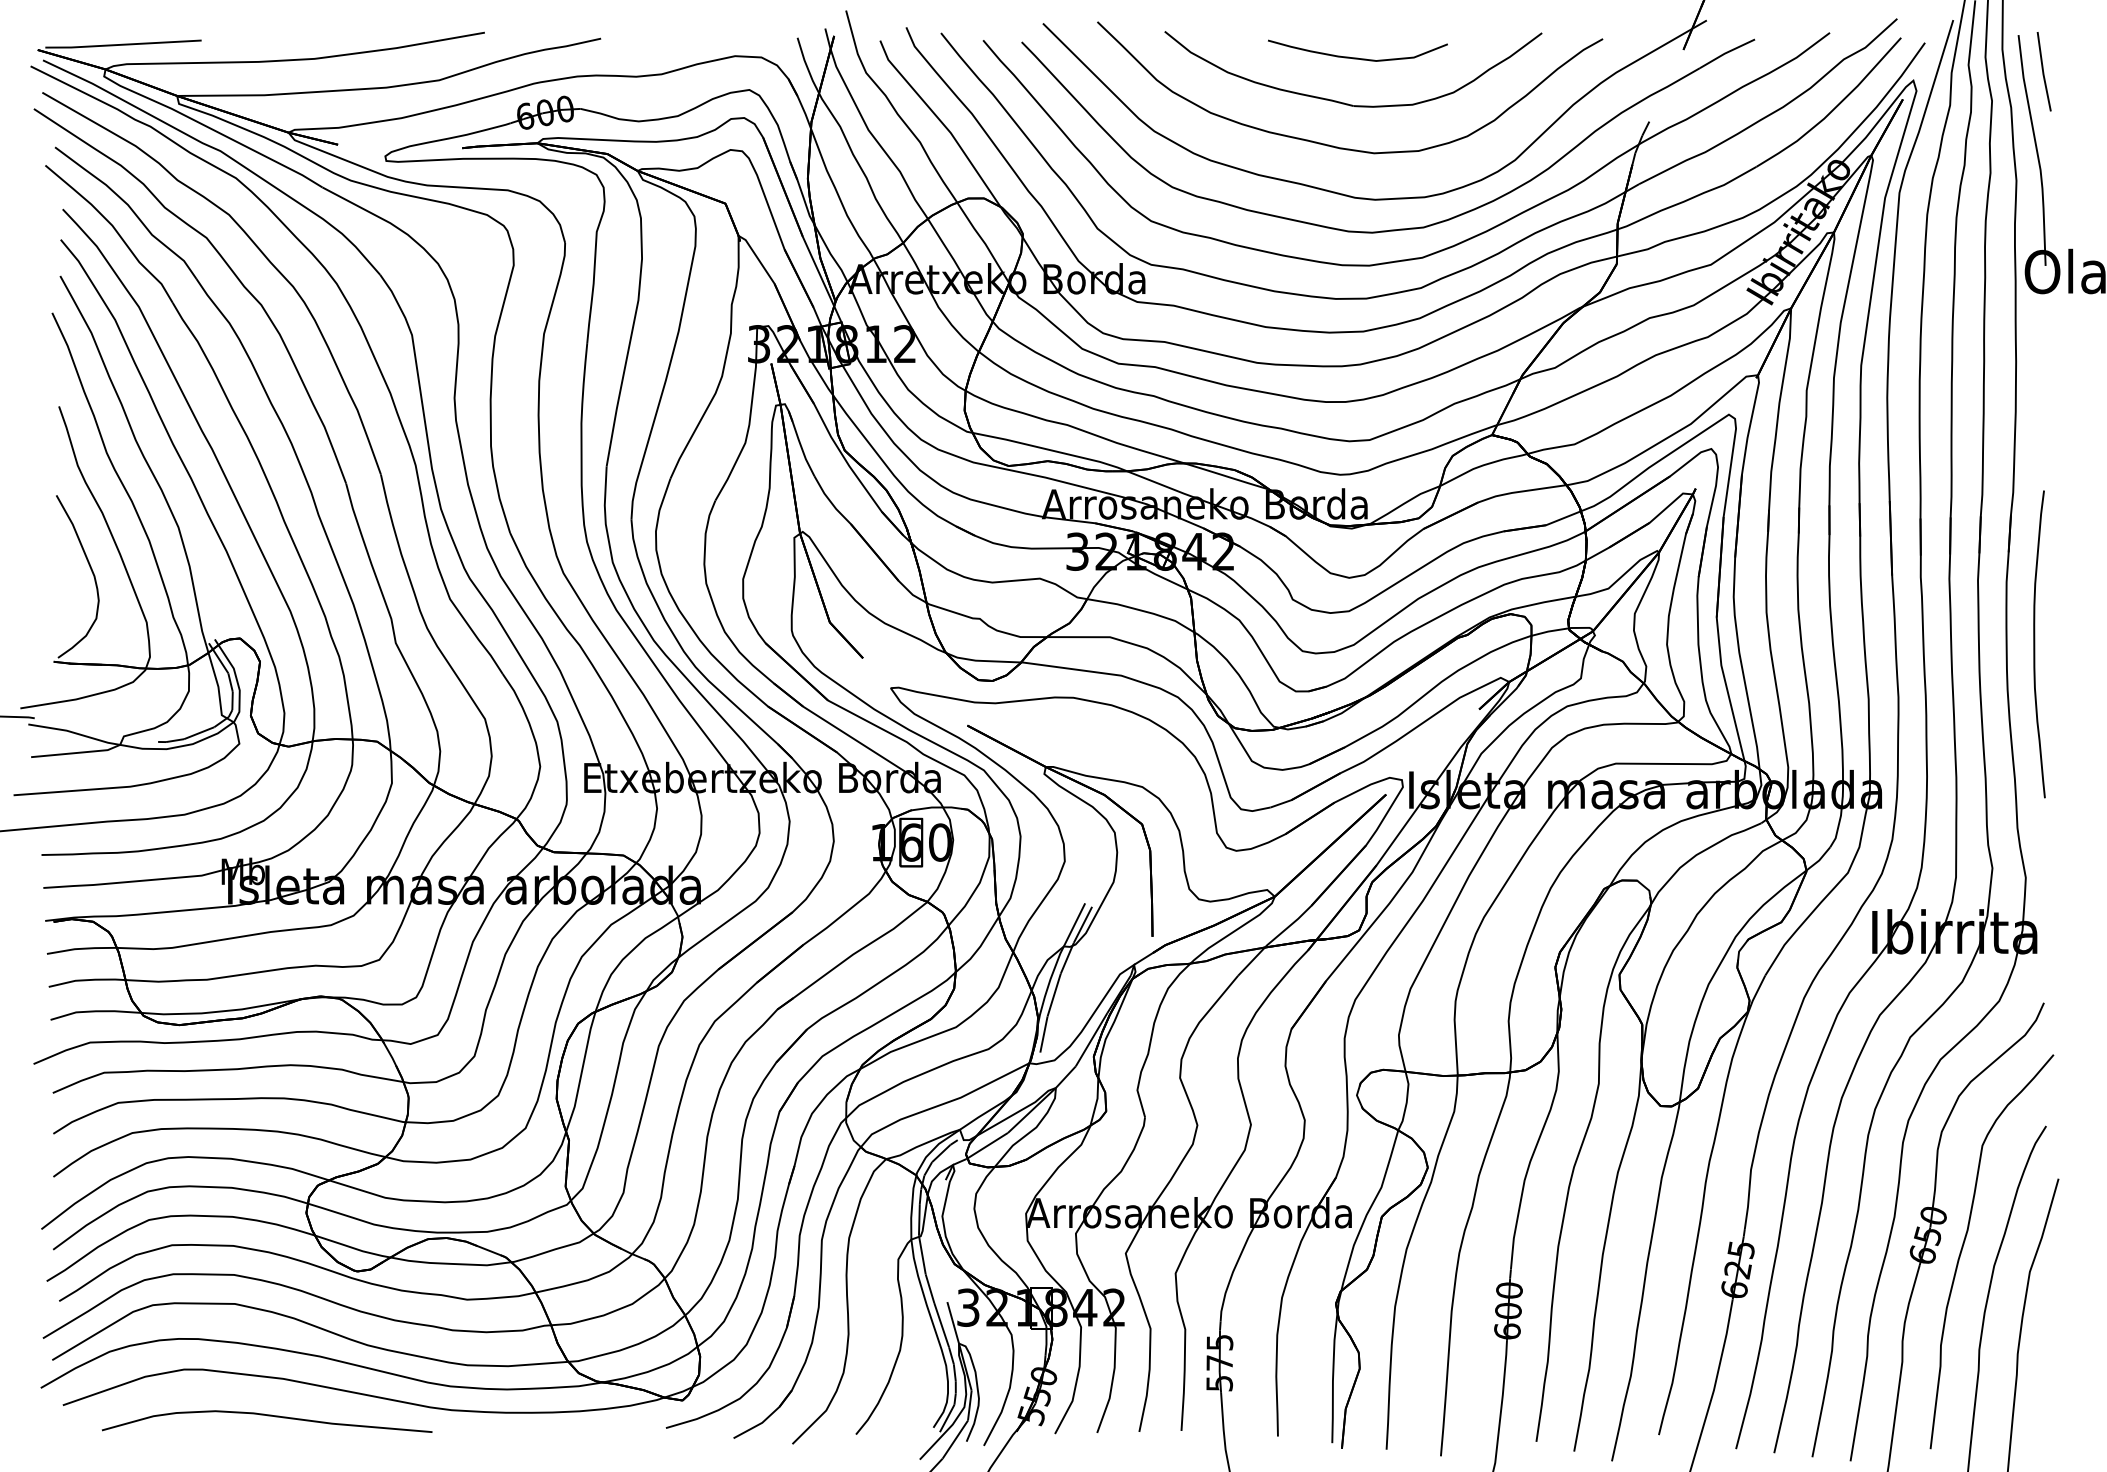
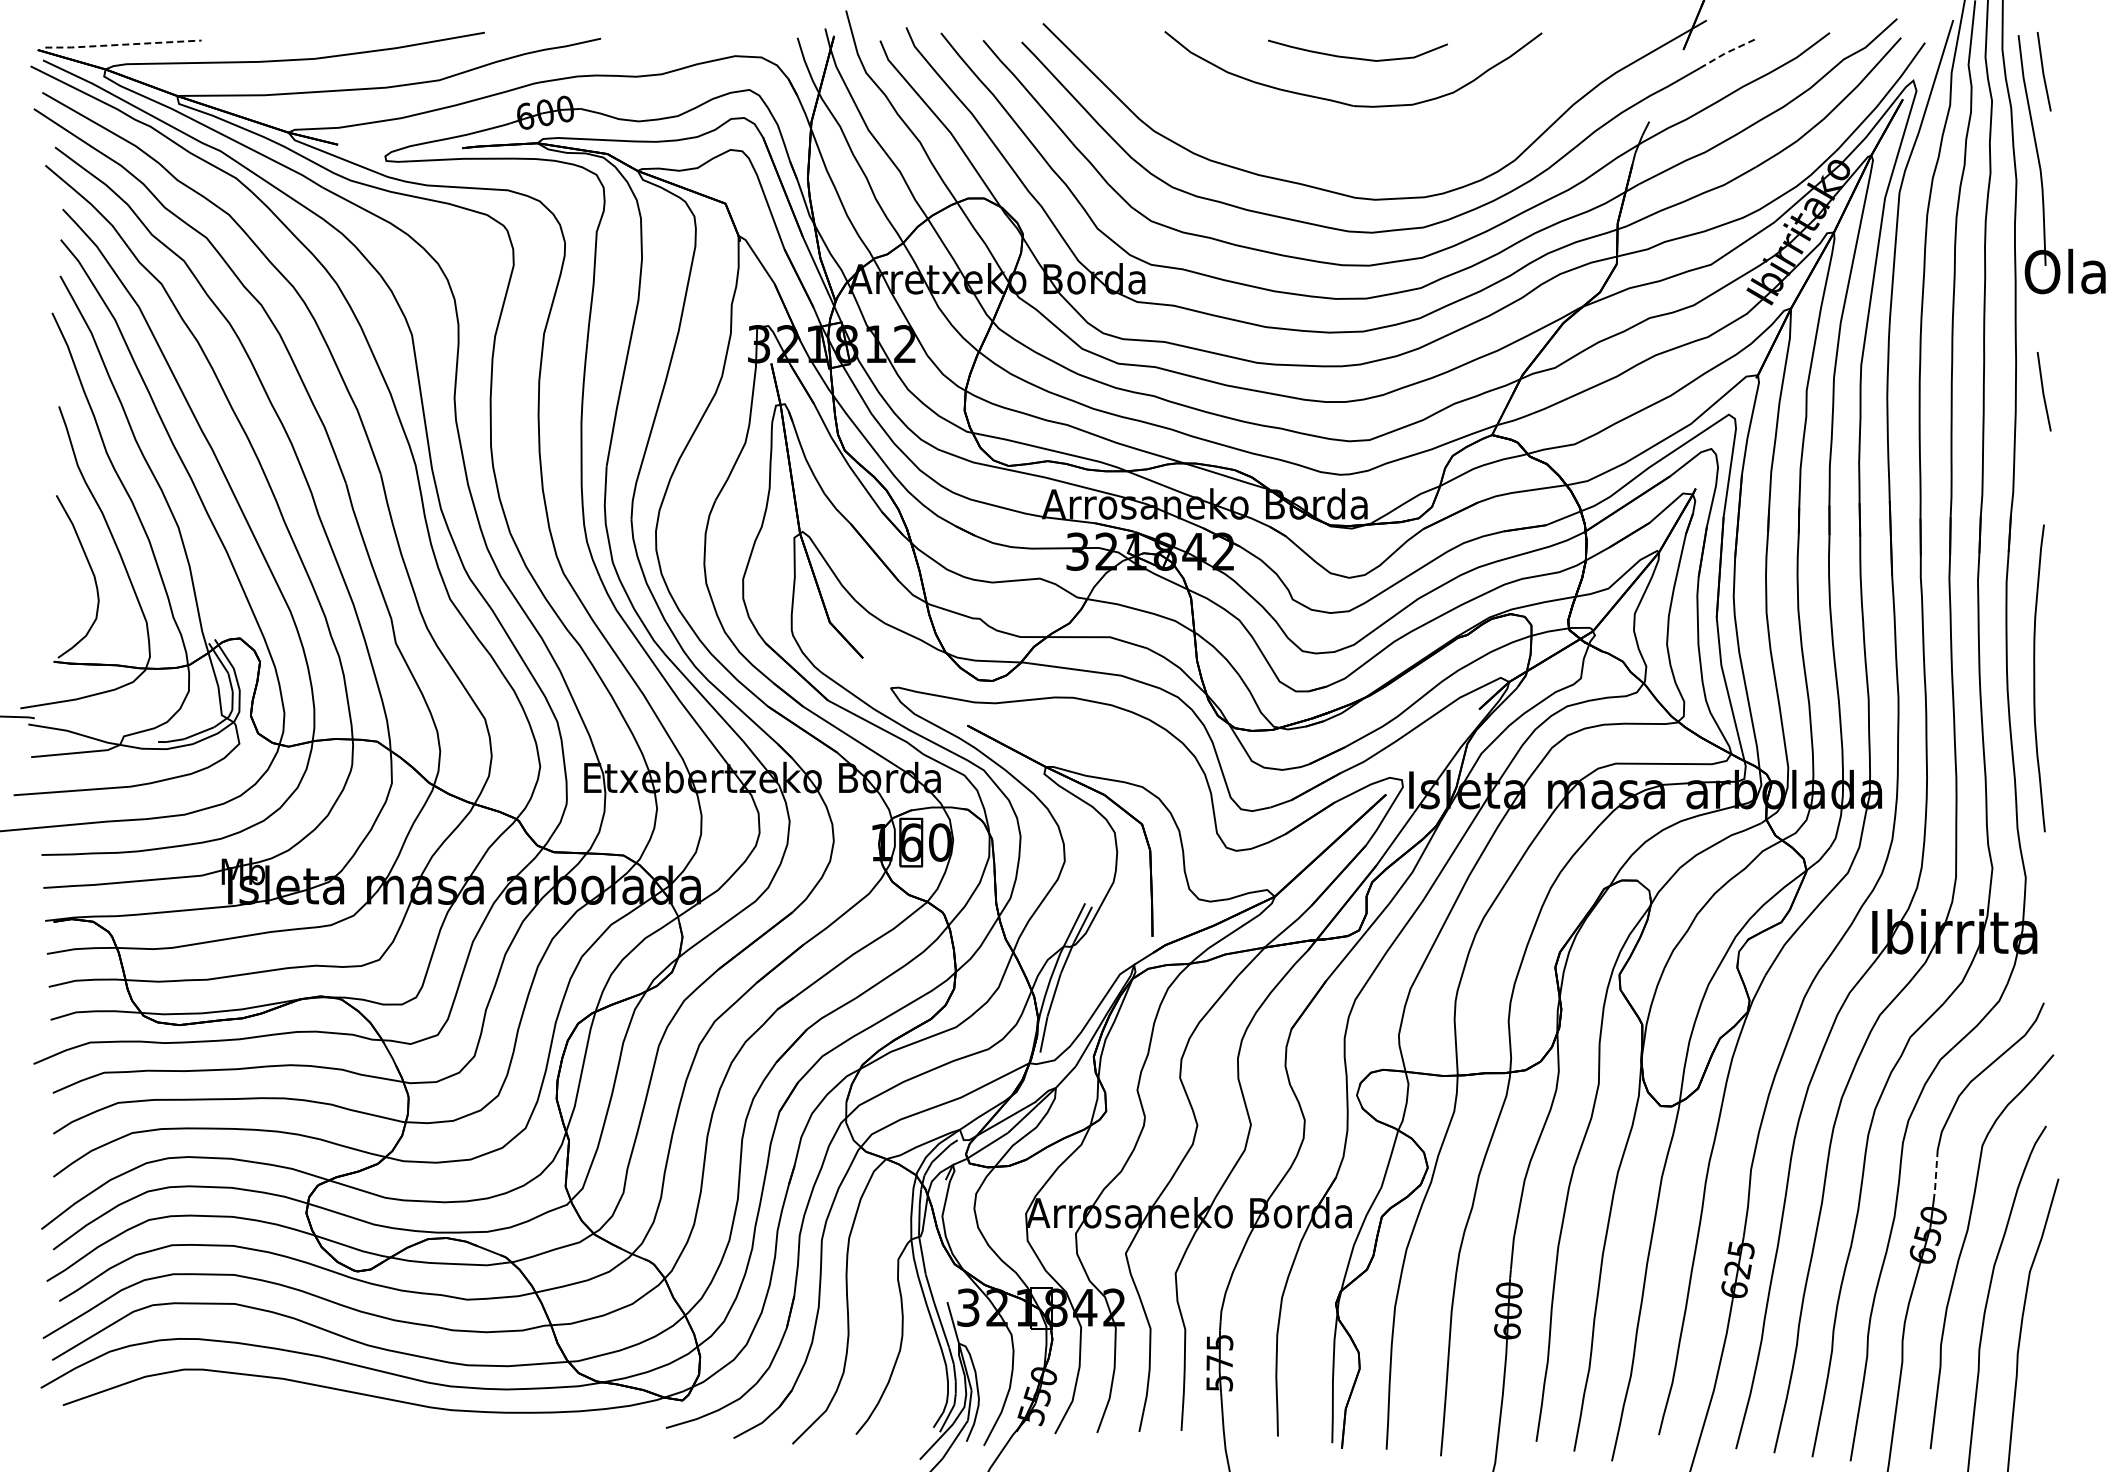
line at (123, 44): solid -> dashed
line at (1726, 52): solid -> dashed
curve at (1343, 147): present -> none
line at (2043, 391): none -> present
curve at (2035, 644) position: (2035, 644) -> (2035, 678)
line at (1936, 1173): solid -> dashed
curve at (267, 1416): present -> none
